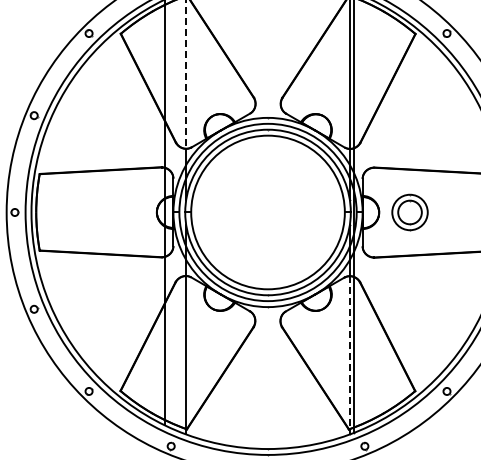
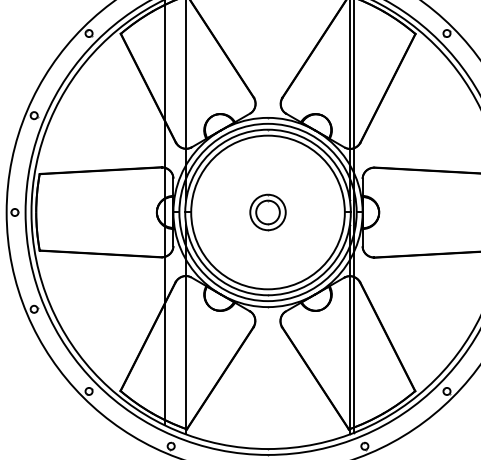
line at (186, 74): dashed -> solid
part at (409, 212) position: (409, 212) -> (267, 212)
line at (349, 353): dashed -> solid
